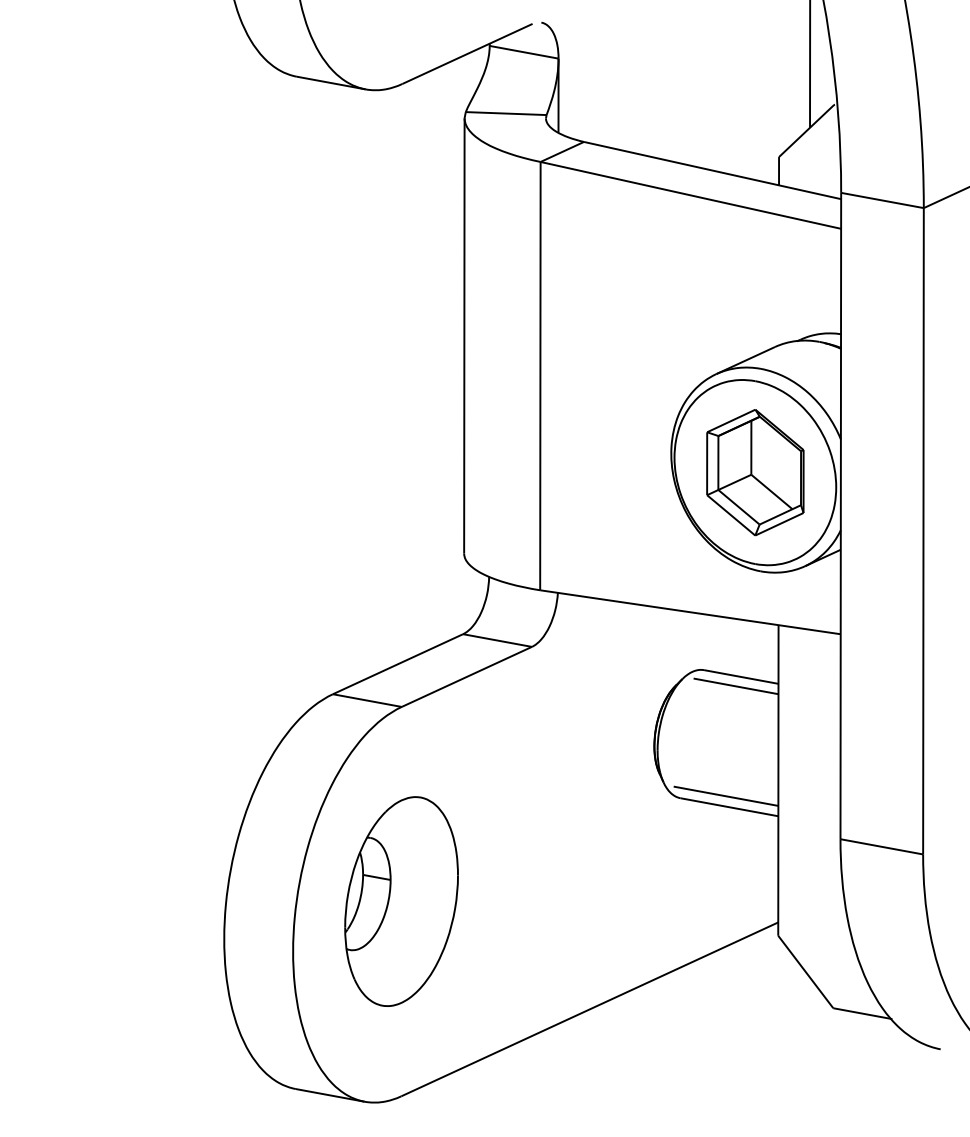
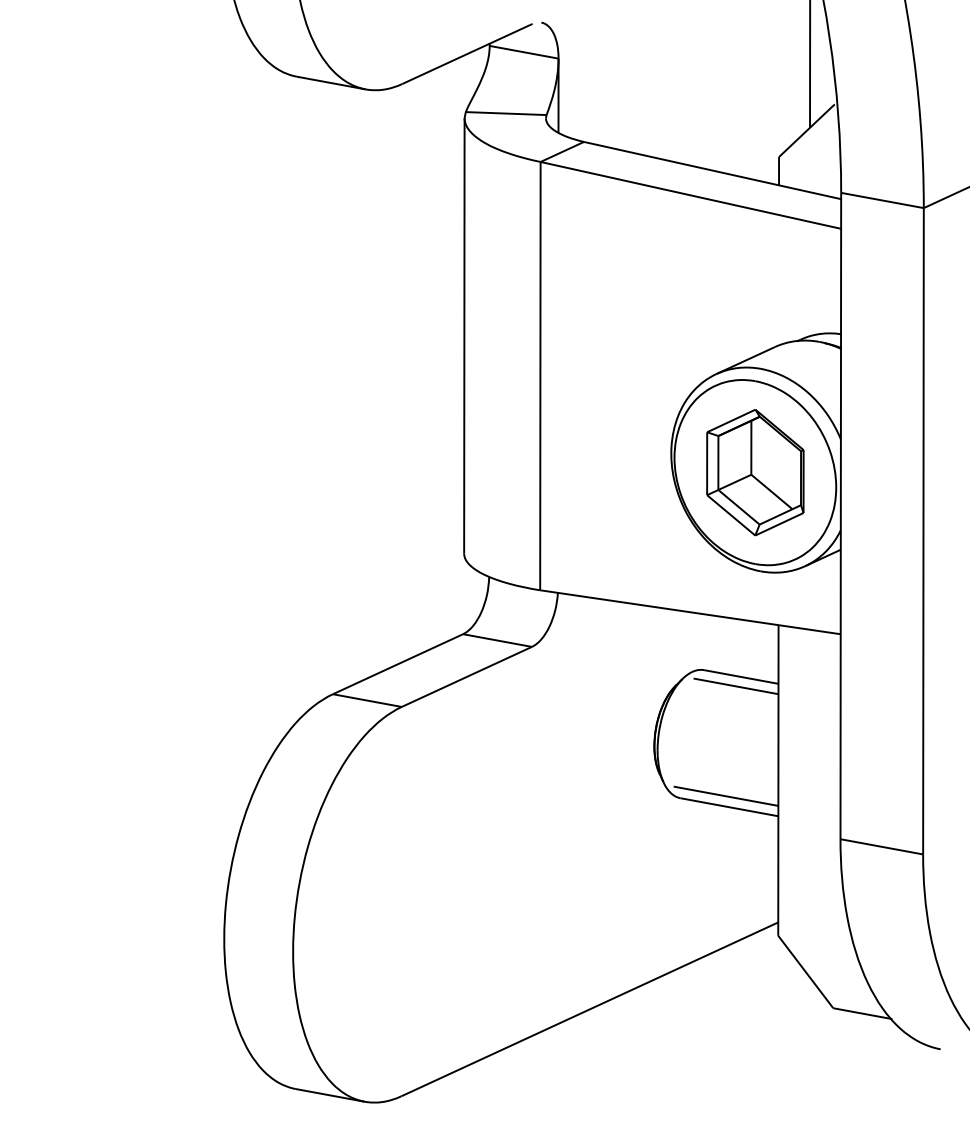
part at (401, 901): present -> none
